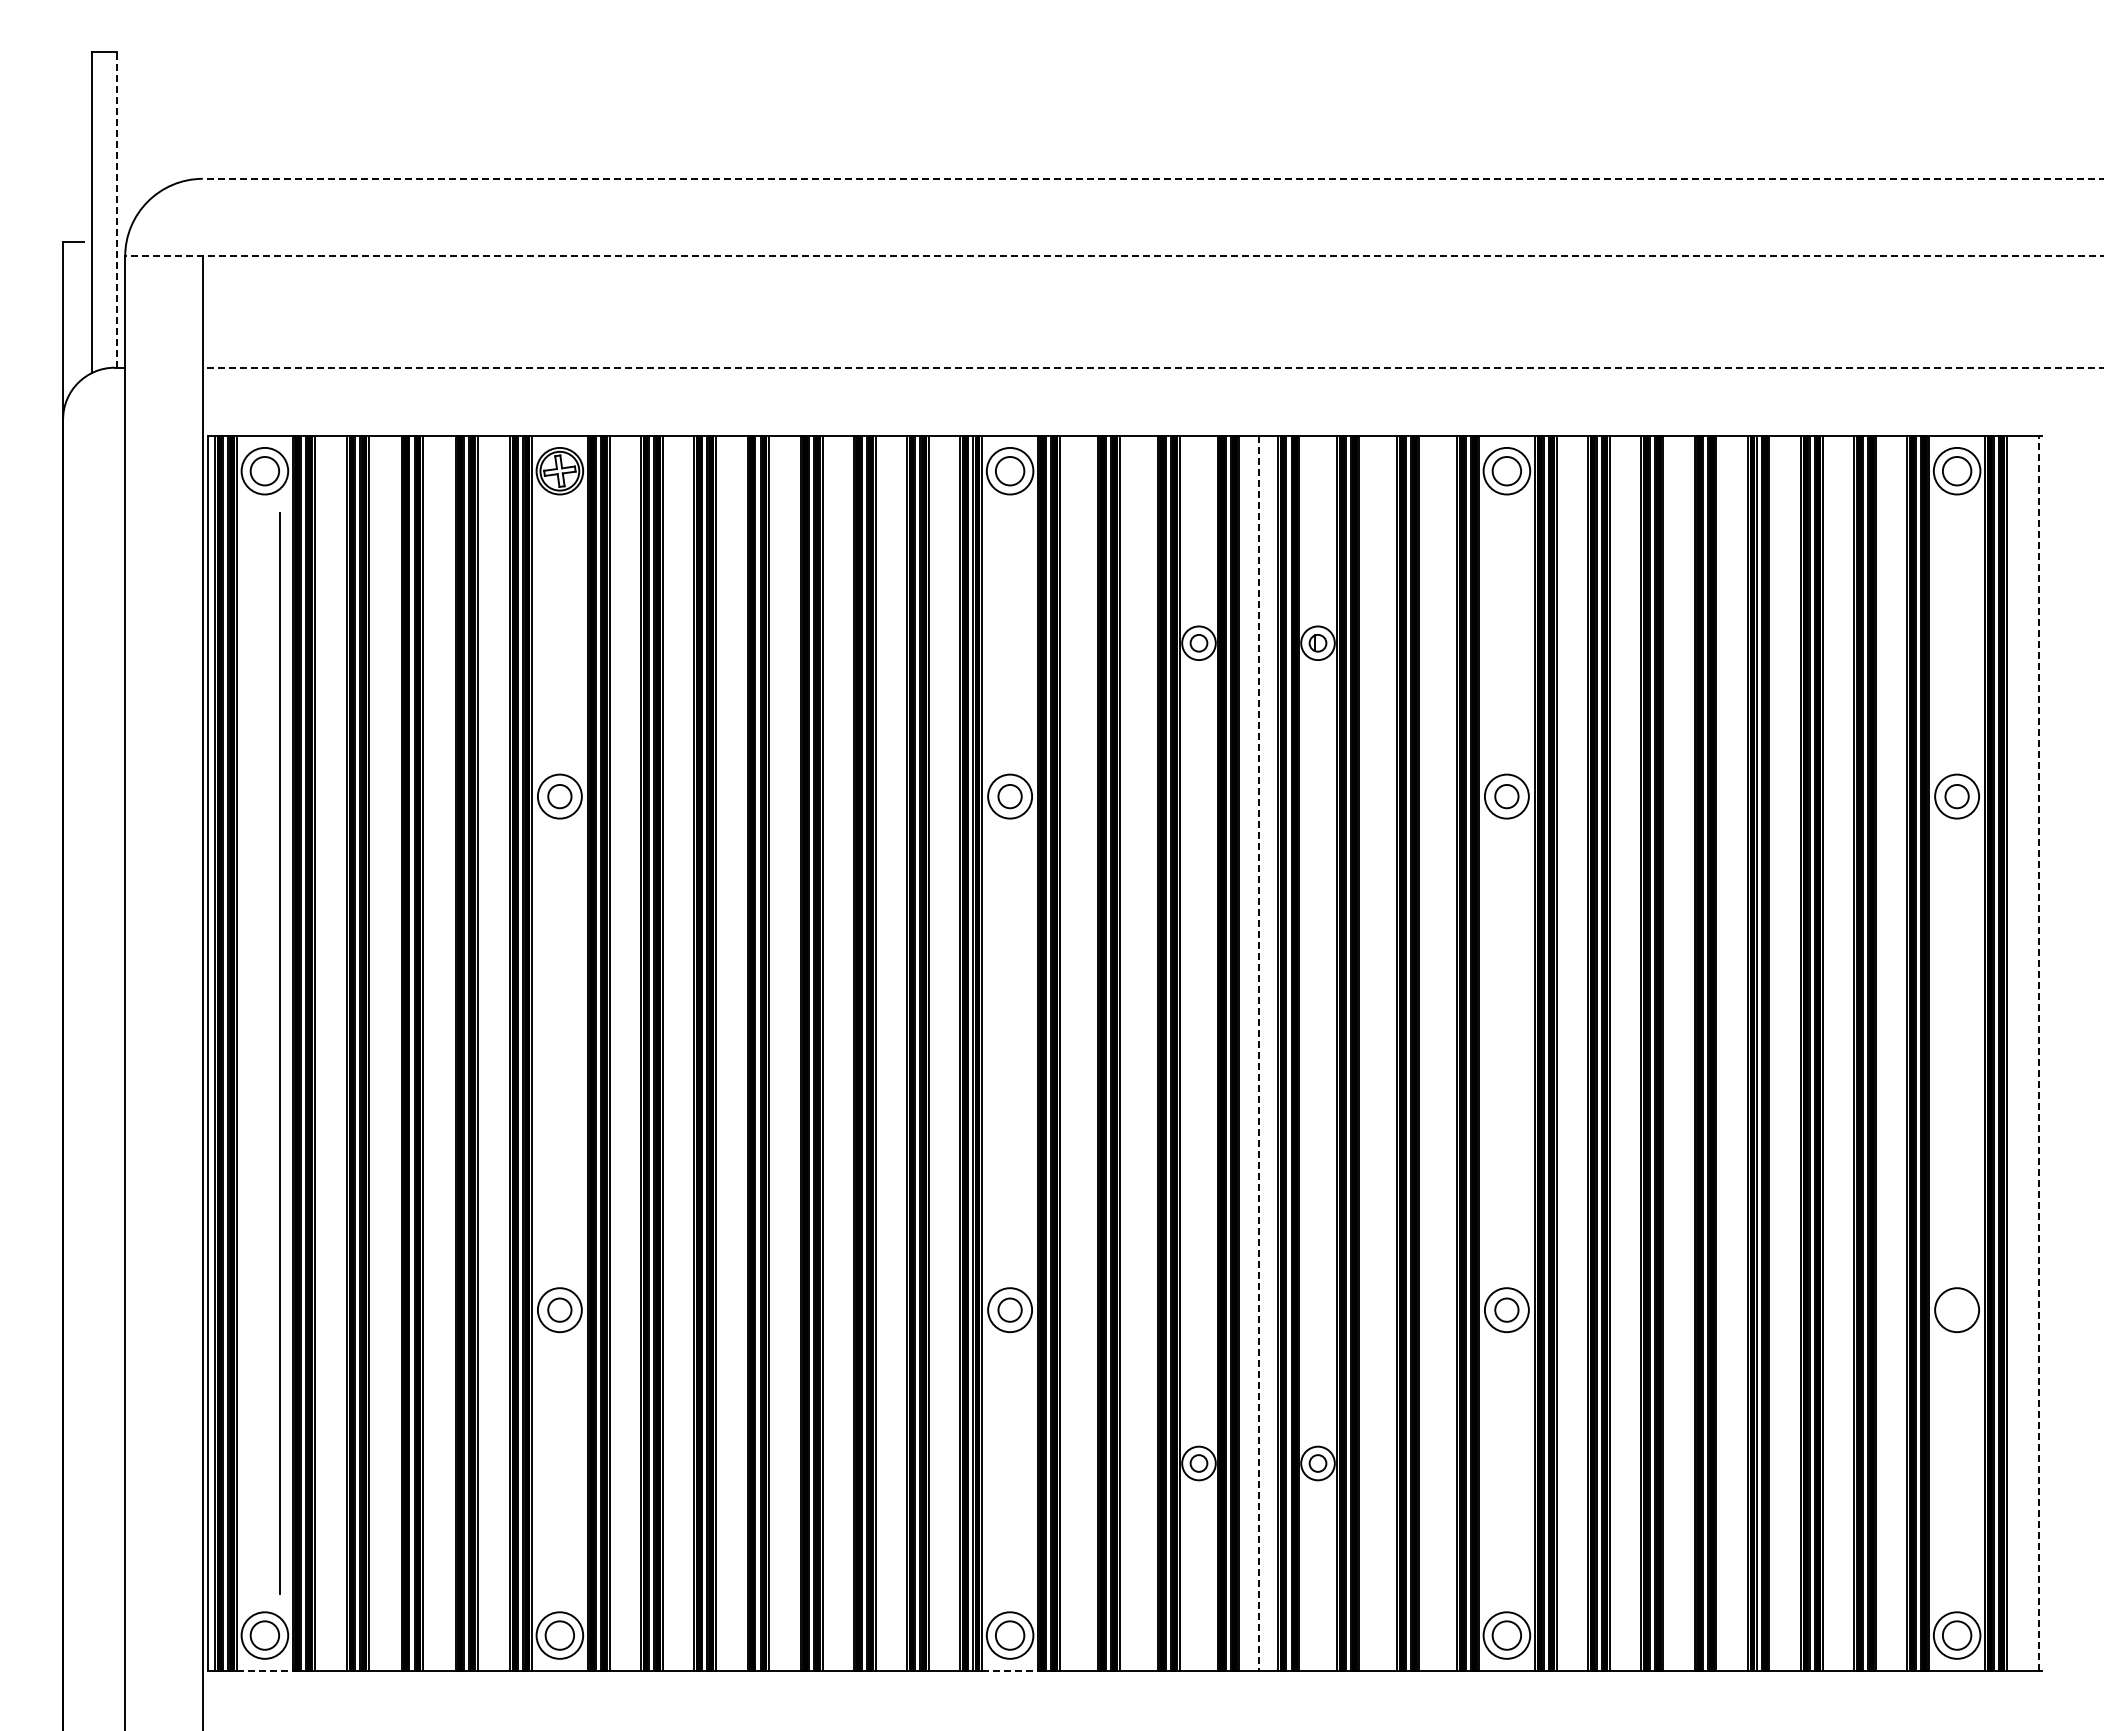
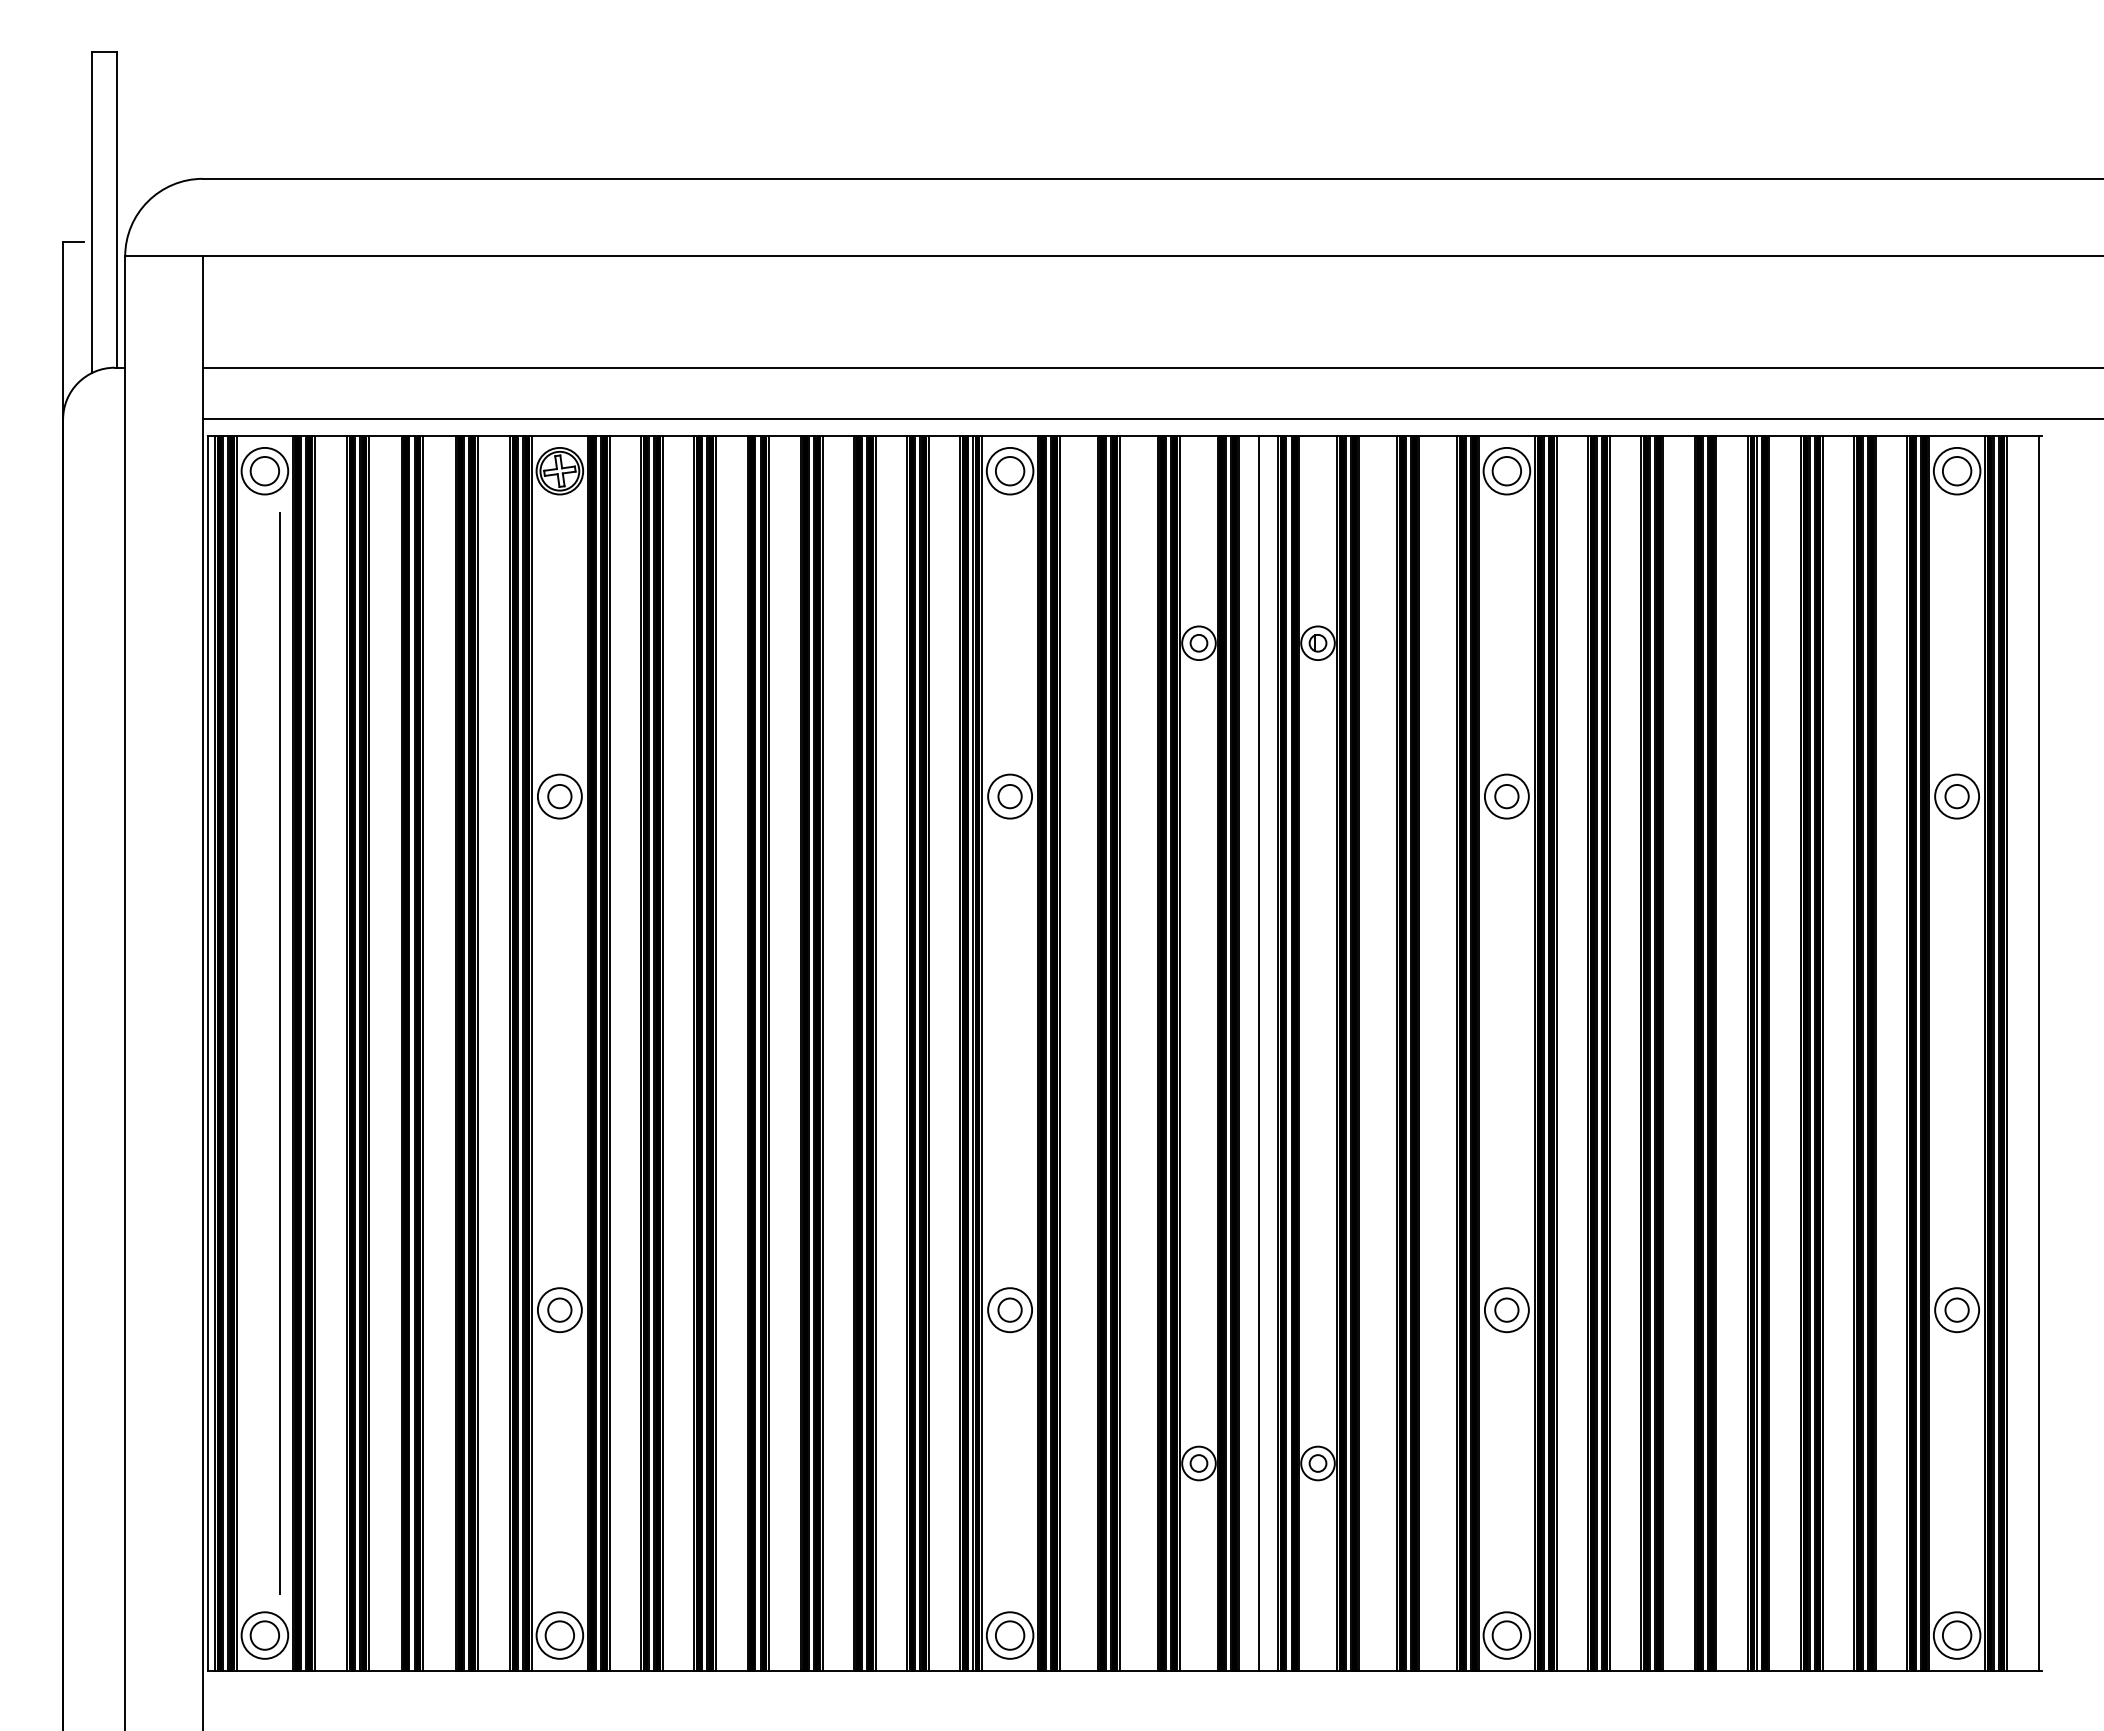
line at (1152, 178): dashed -> solid
line at (117, 209): dashed -> solid
line at (1114, 256): dashed -> solid
line at (1152, 367): dashed -> solid
line at (1151, 419): none -> present
line at (2039, 1052): dashed -> solid
line at (1258, 1053): dashed -> solid
circle at (1956, 1309): none -> present
line at (264, 1670): dashed -> solid
line at (1010, 1670): dashed -> solid
